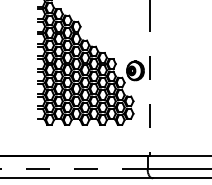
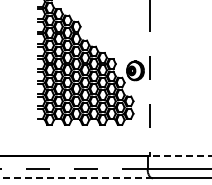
line at (180, 155): solid -> dashed
line at (75, 178): solid -> dashed
